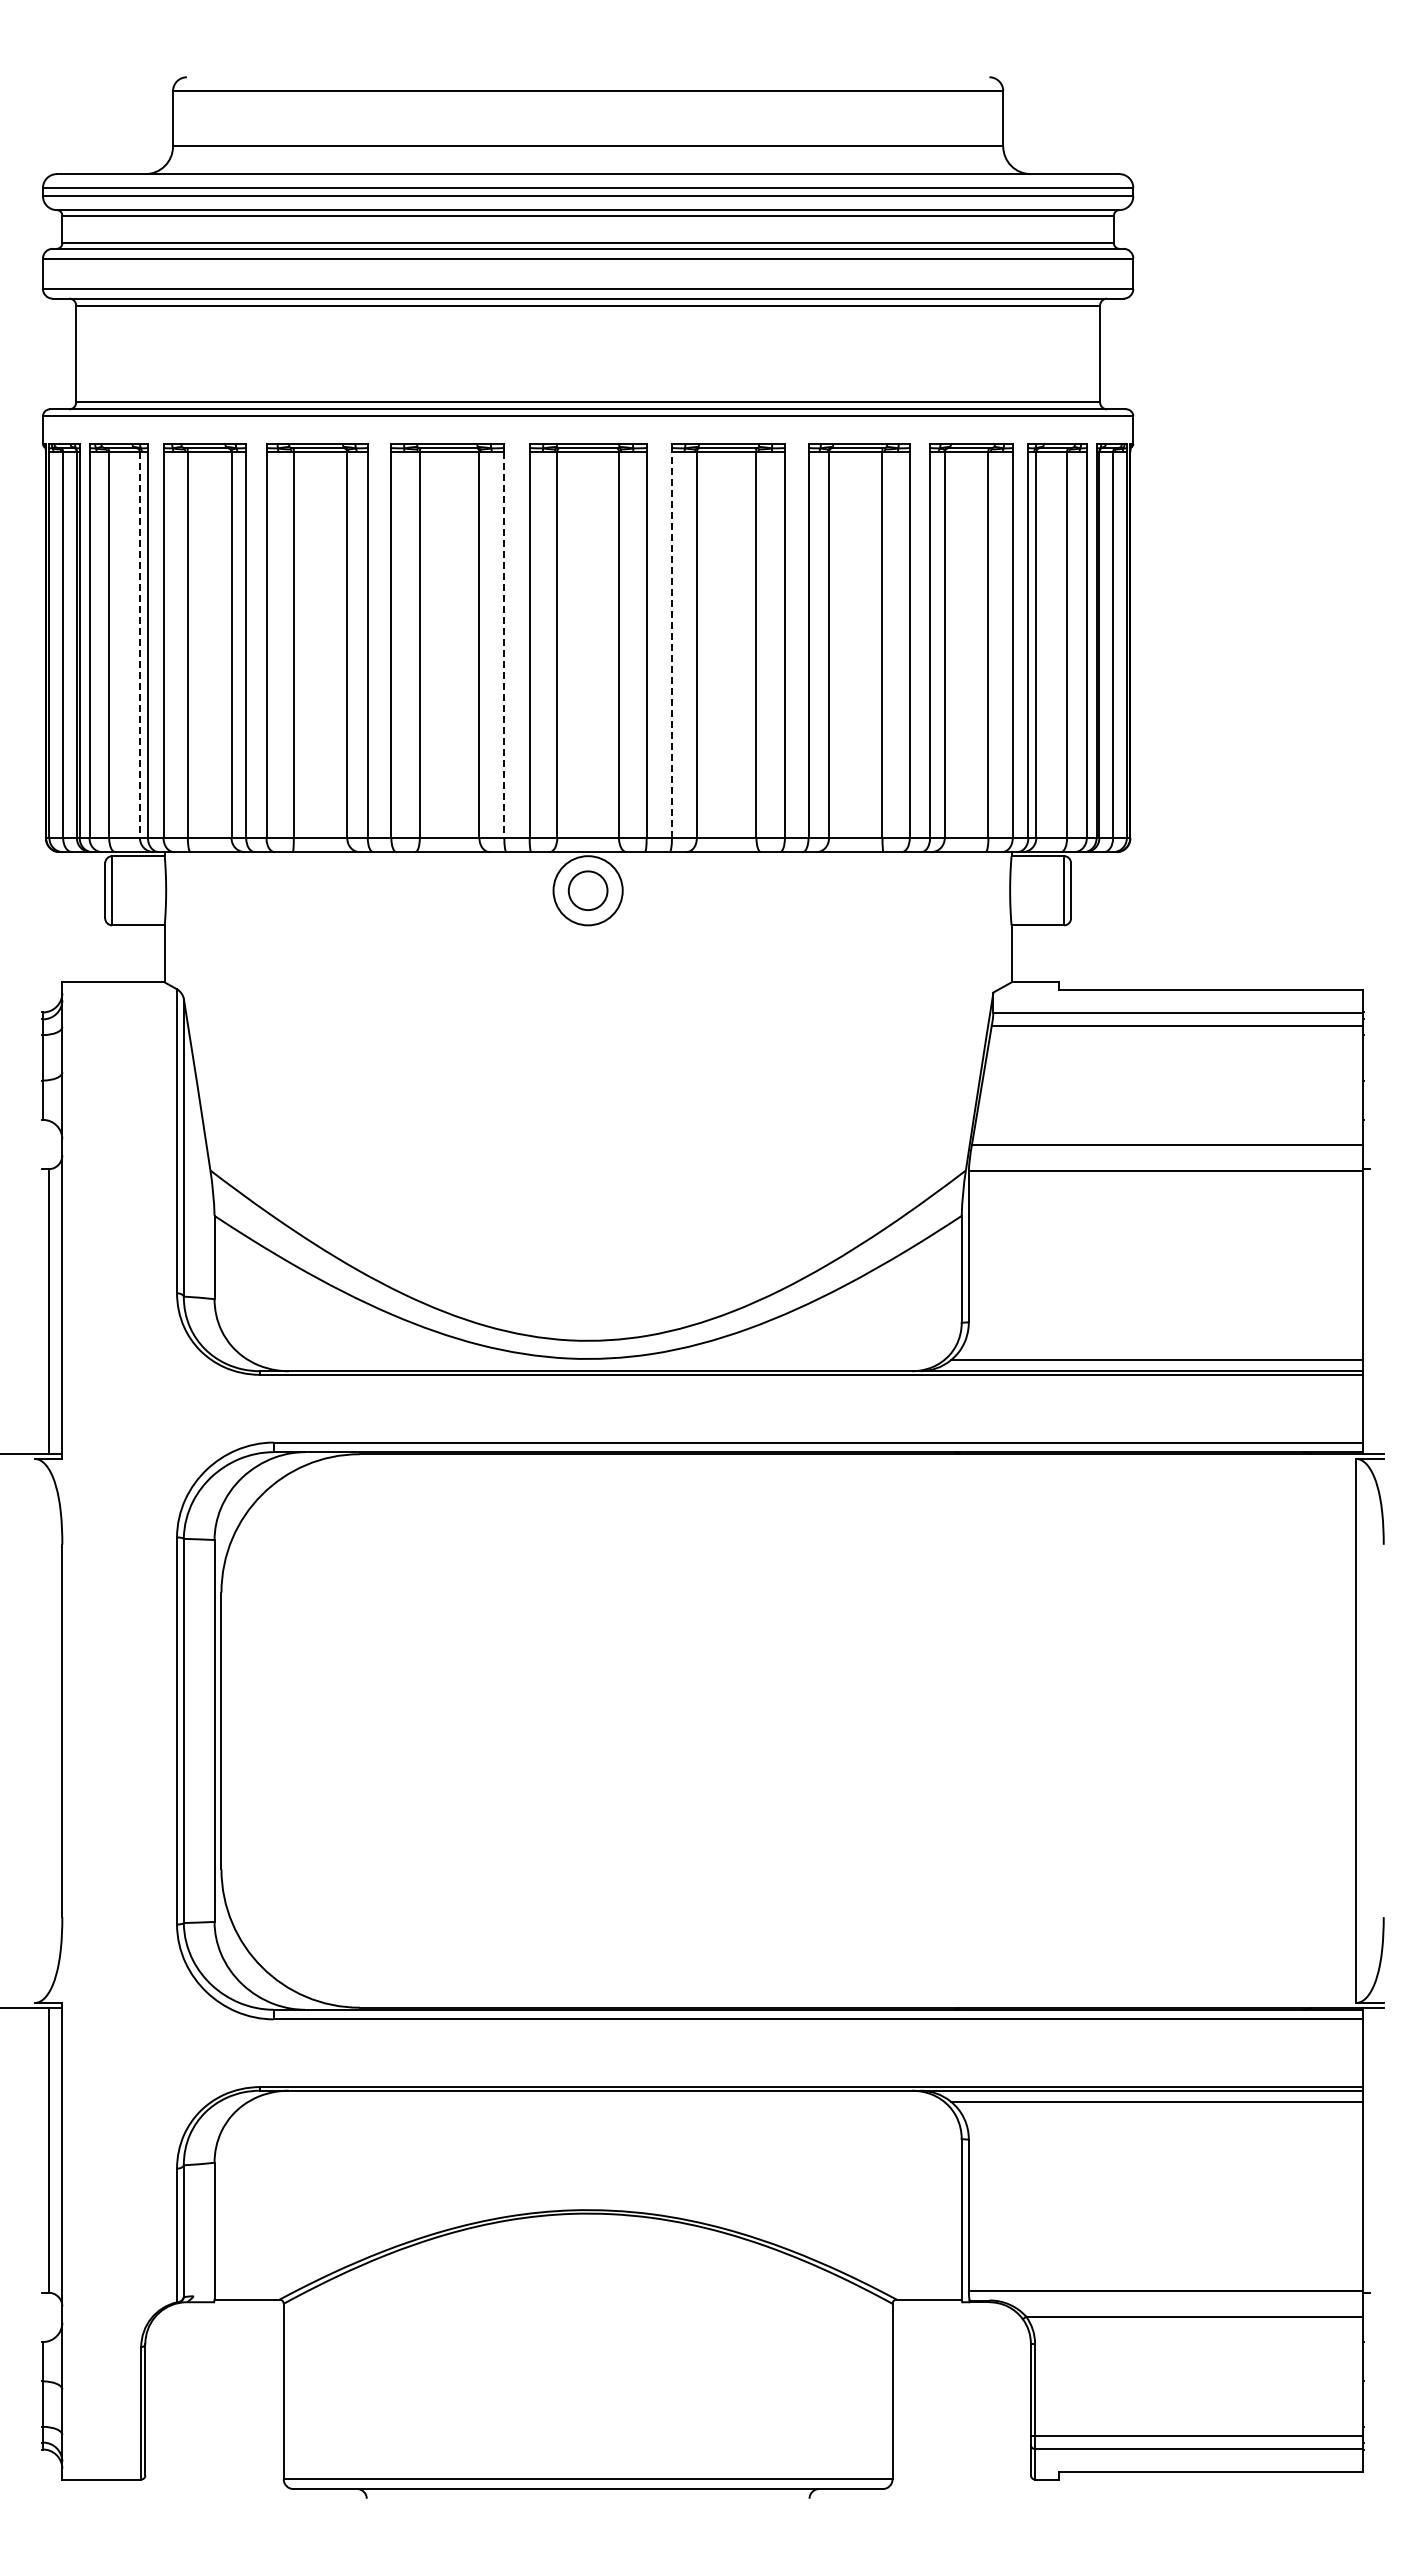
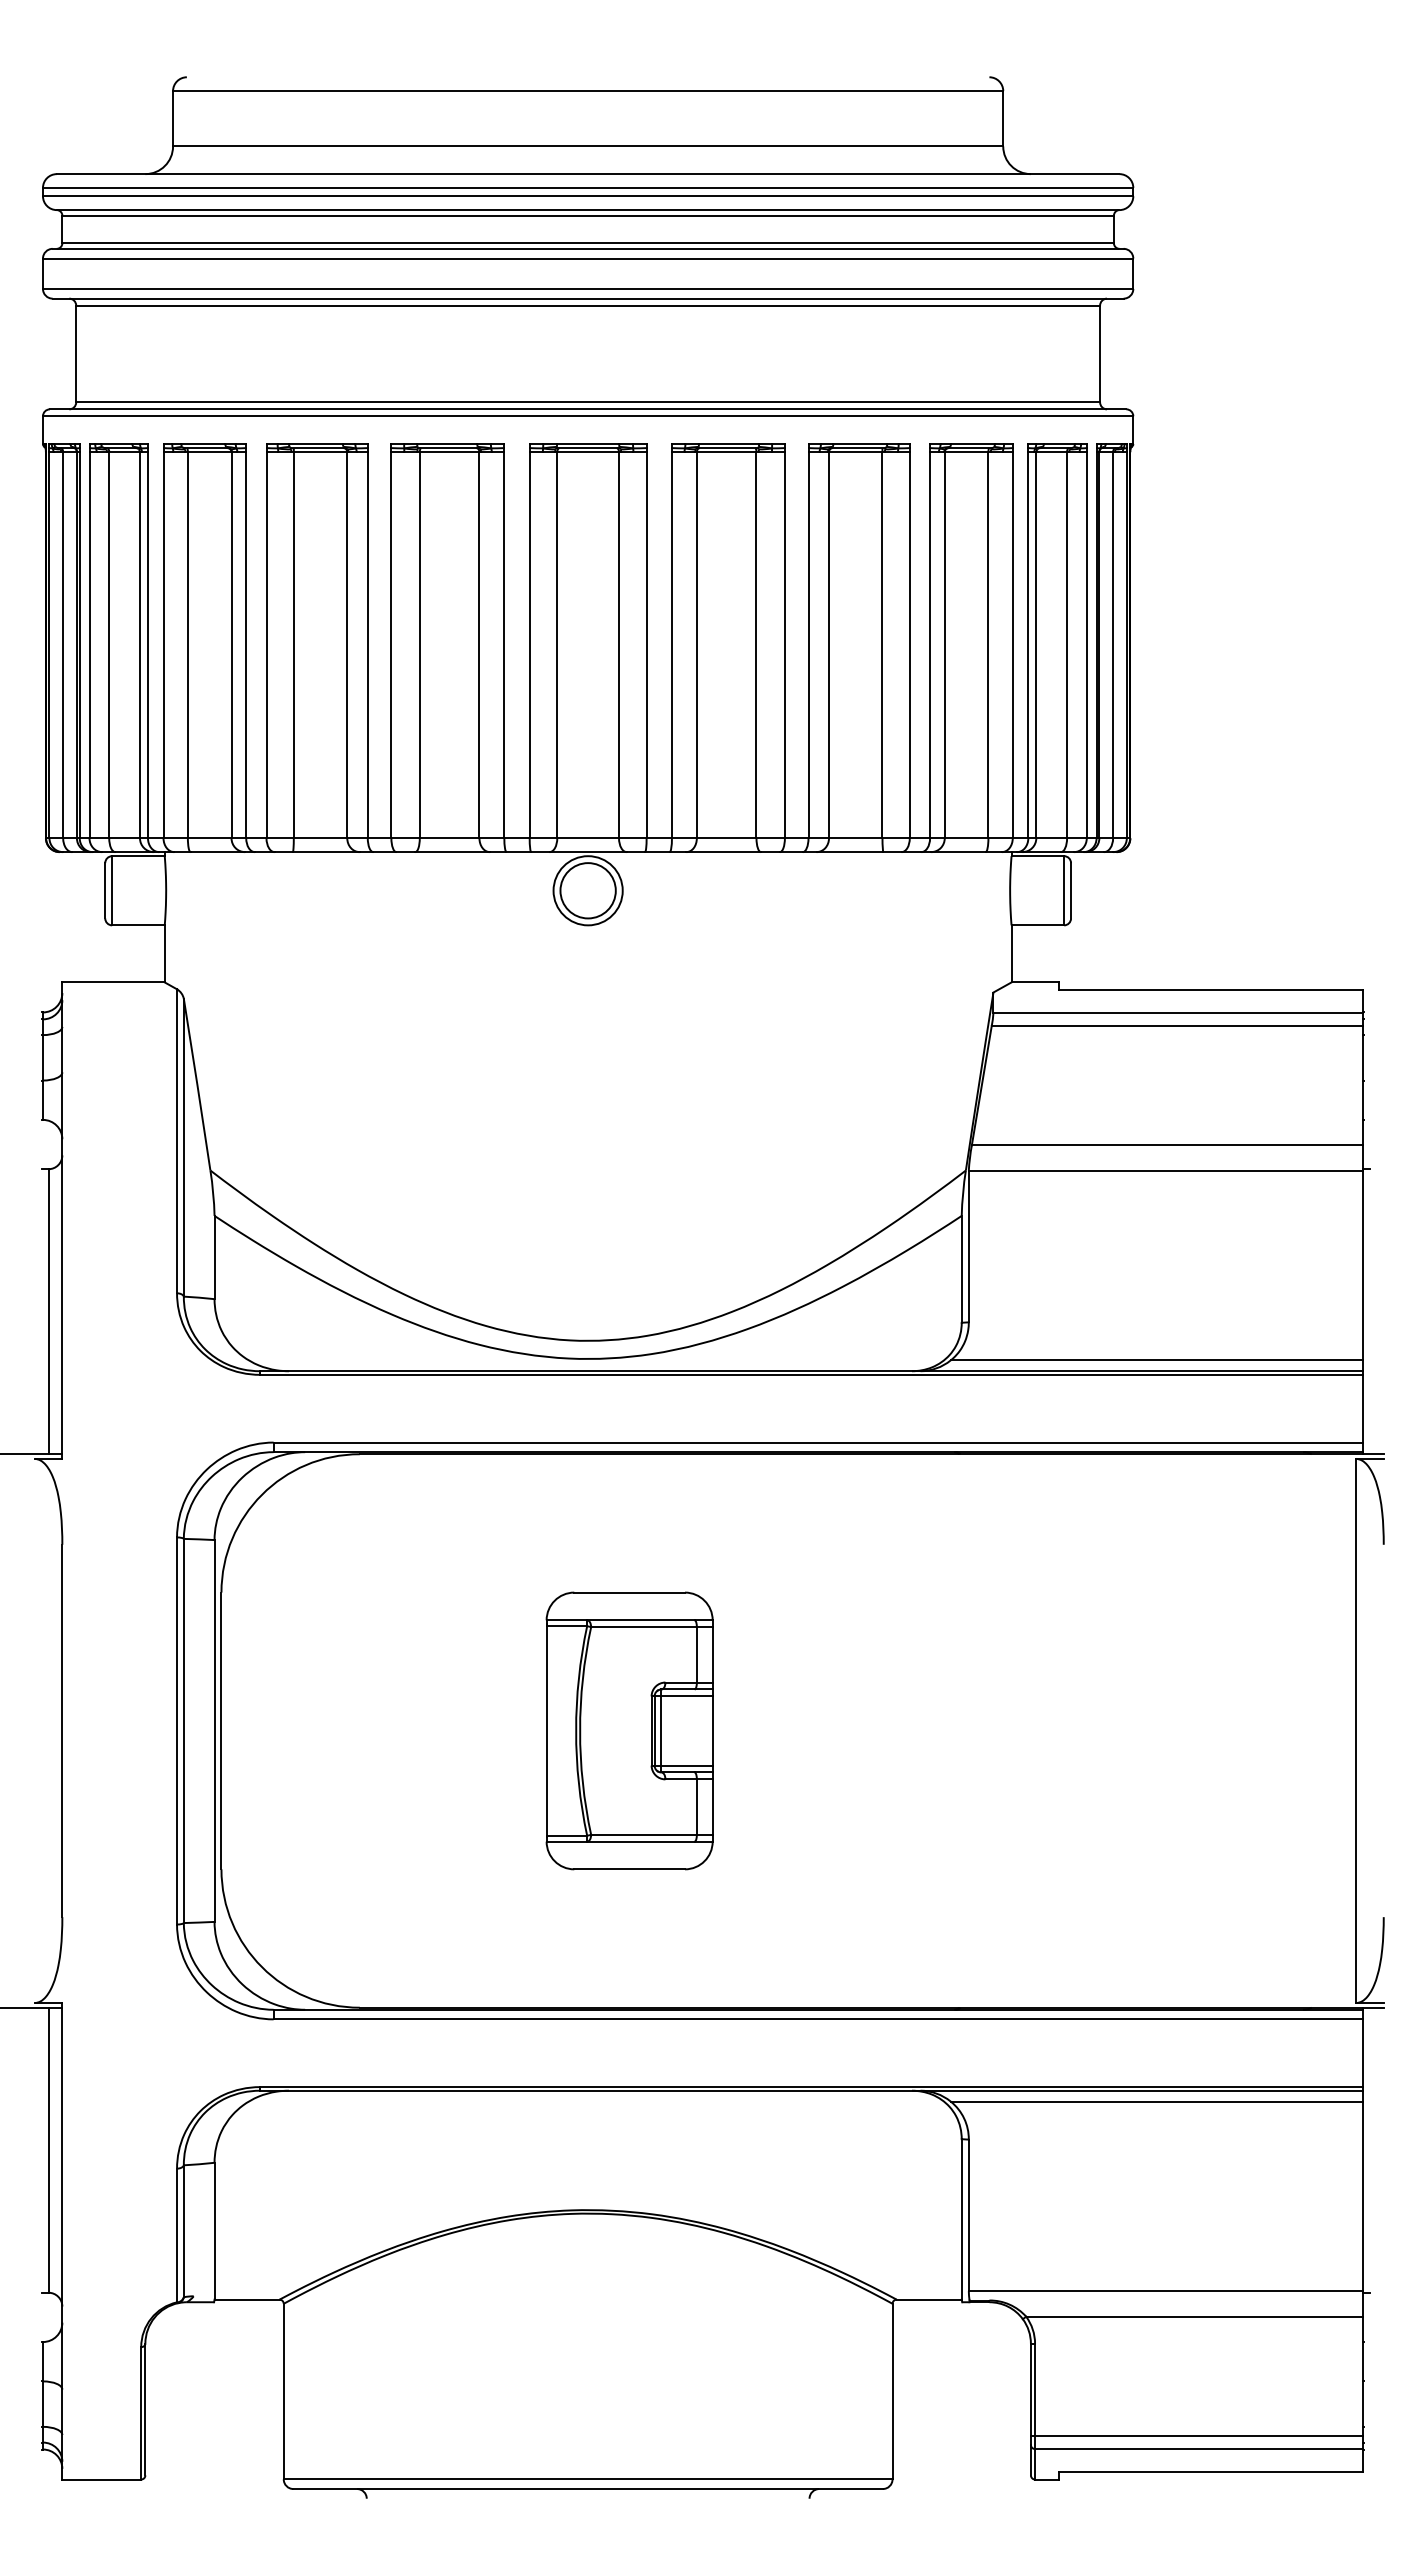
line at (671, 644): dashed -> solid
line at (139, 645): dashed -> solid
line at (504, 645): dashed -> solid
circle at (587, 890) diameter: 39 px -> 55 px
part at (629, 1730): none -> present
